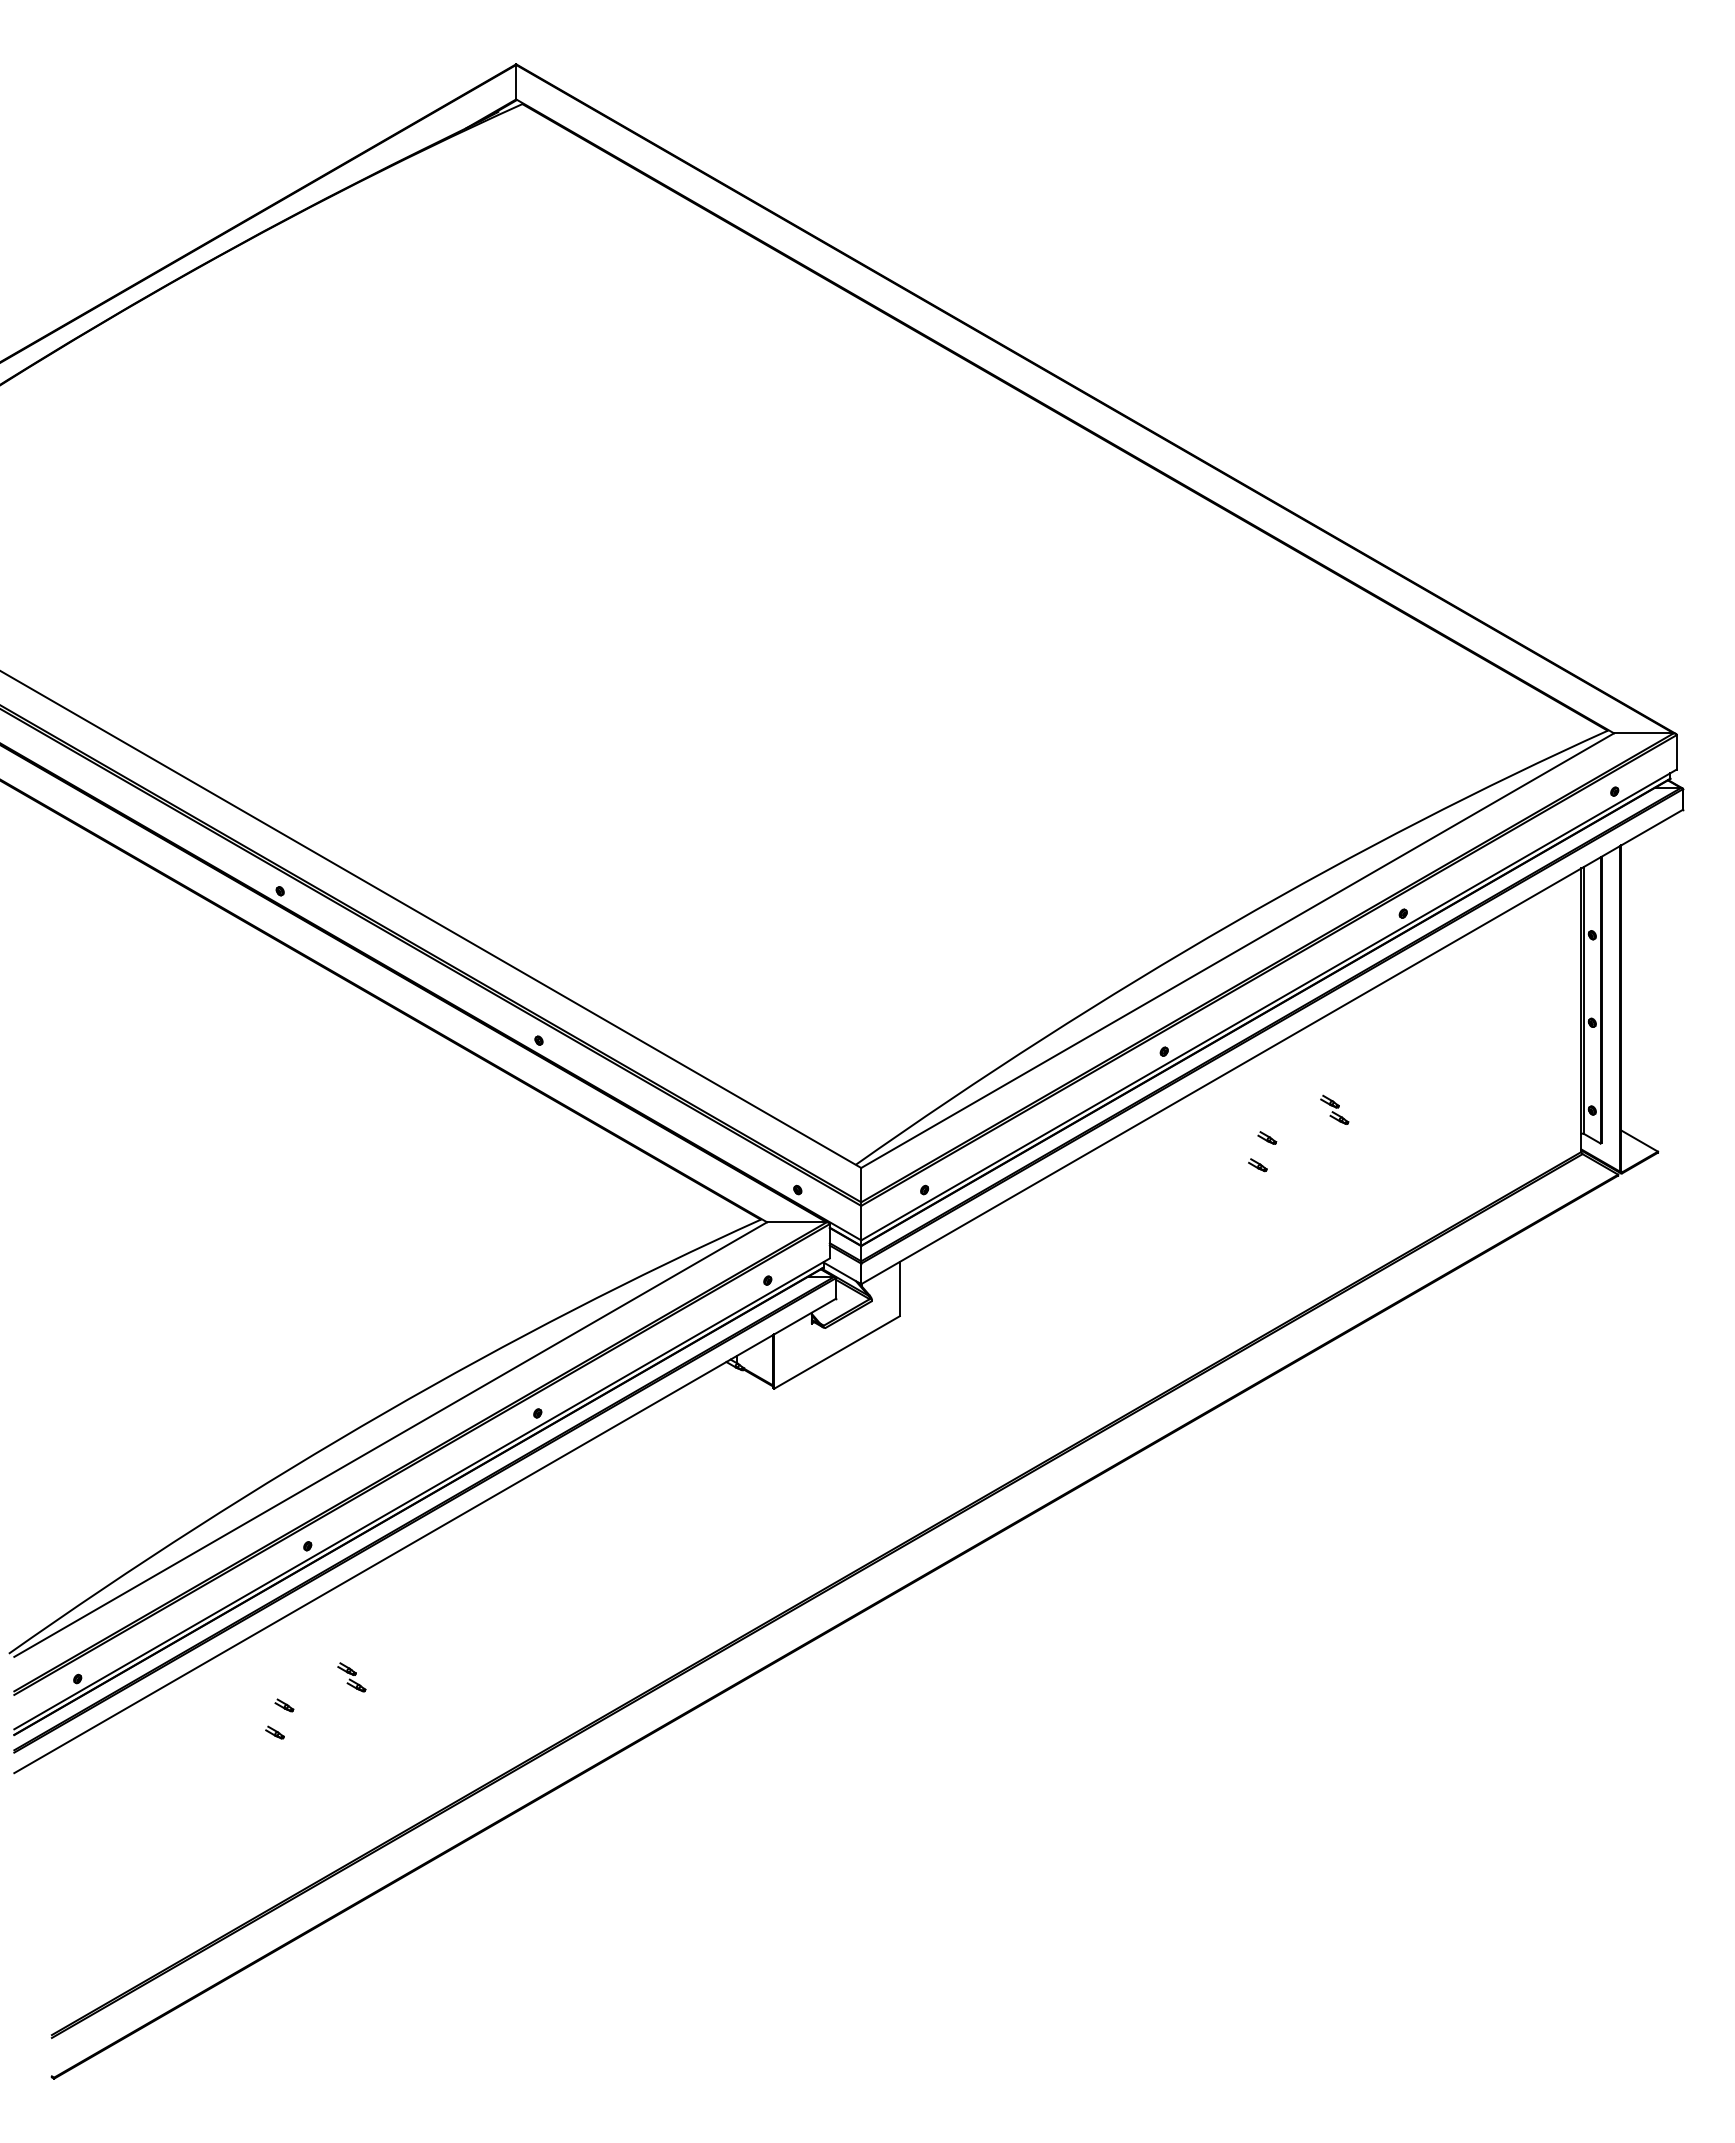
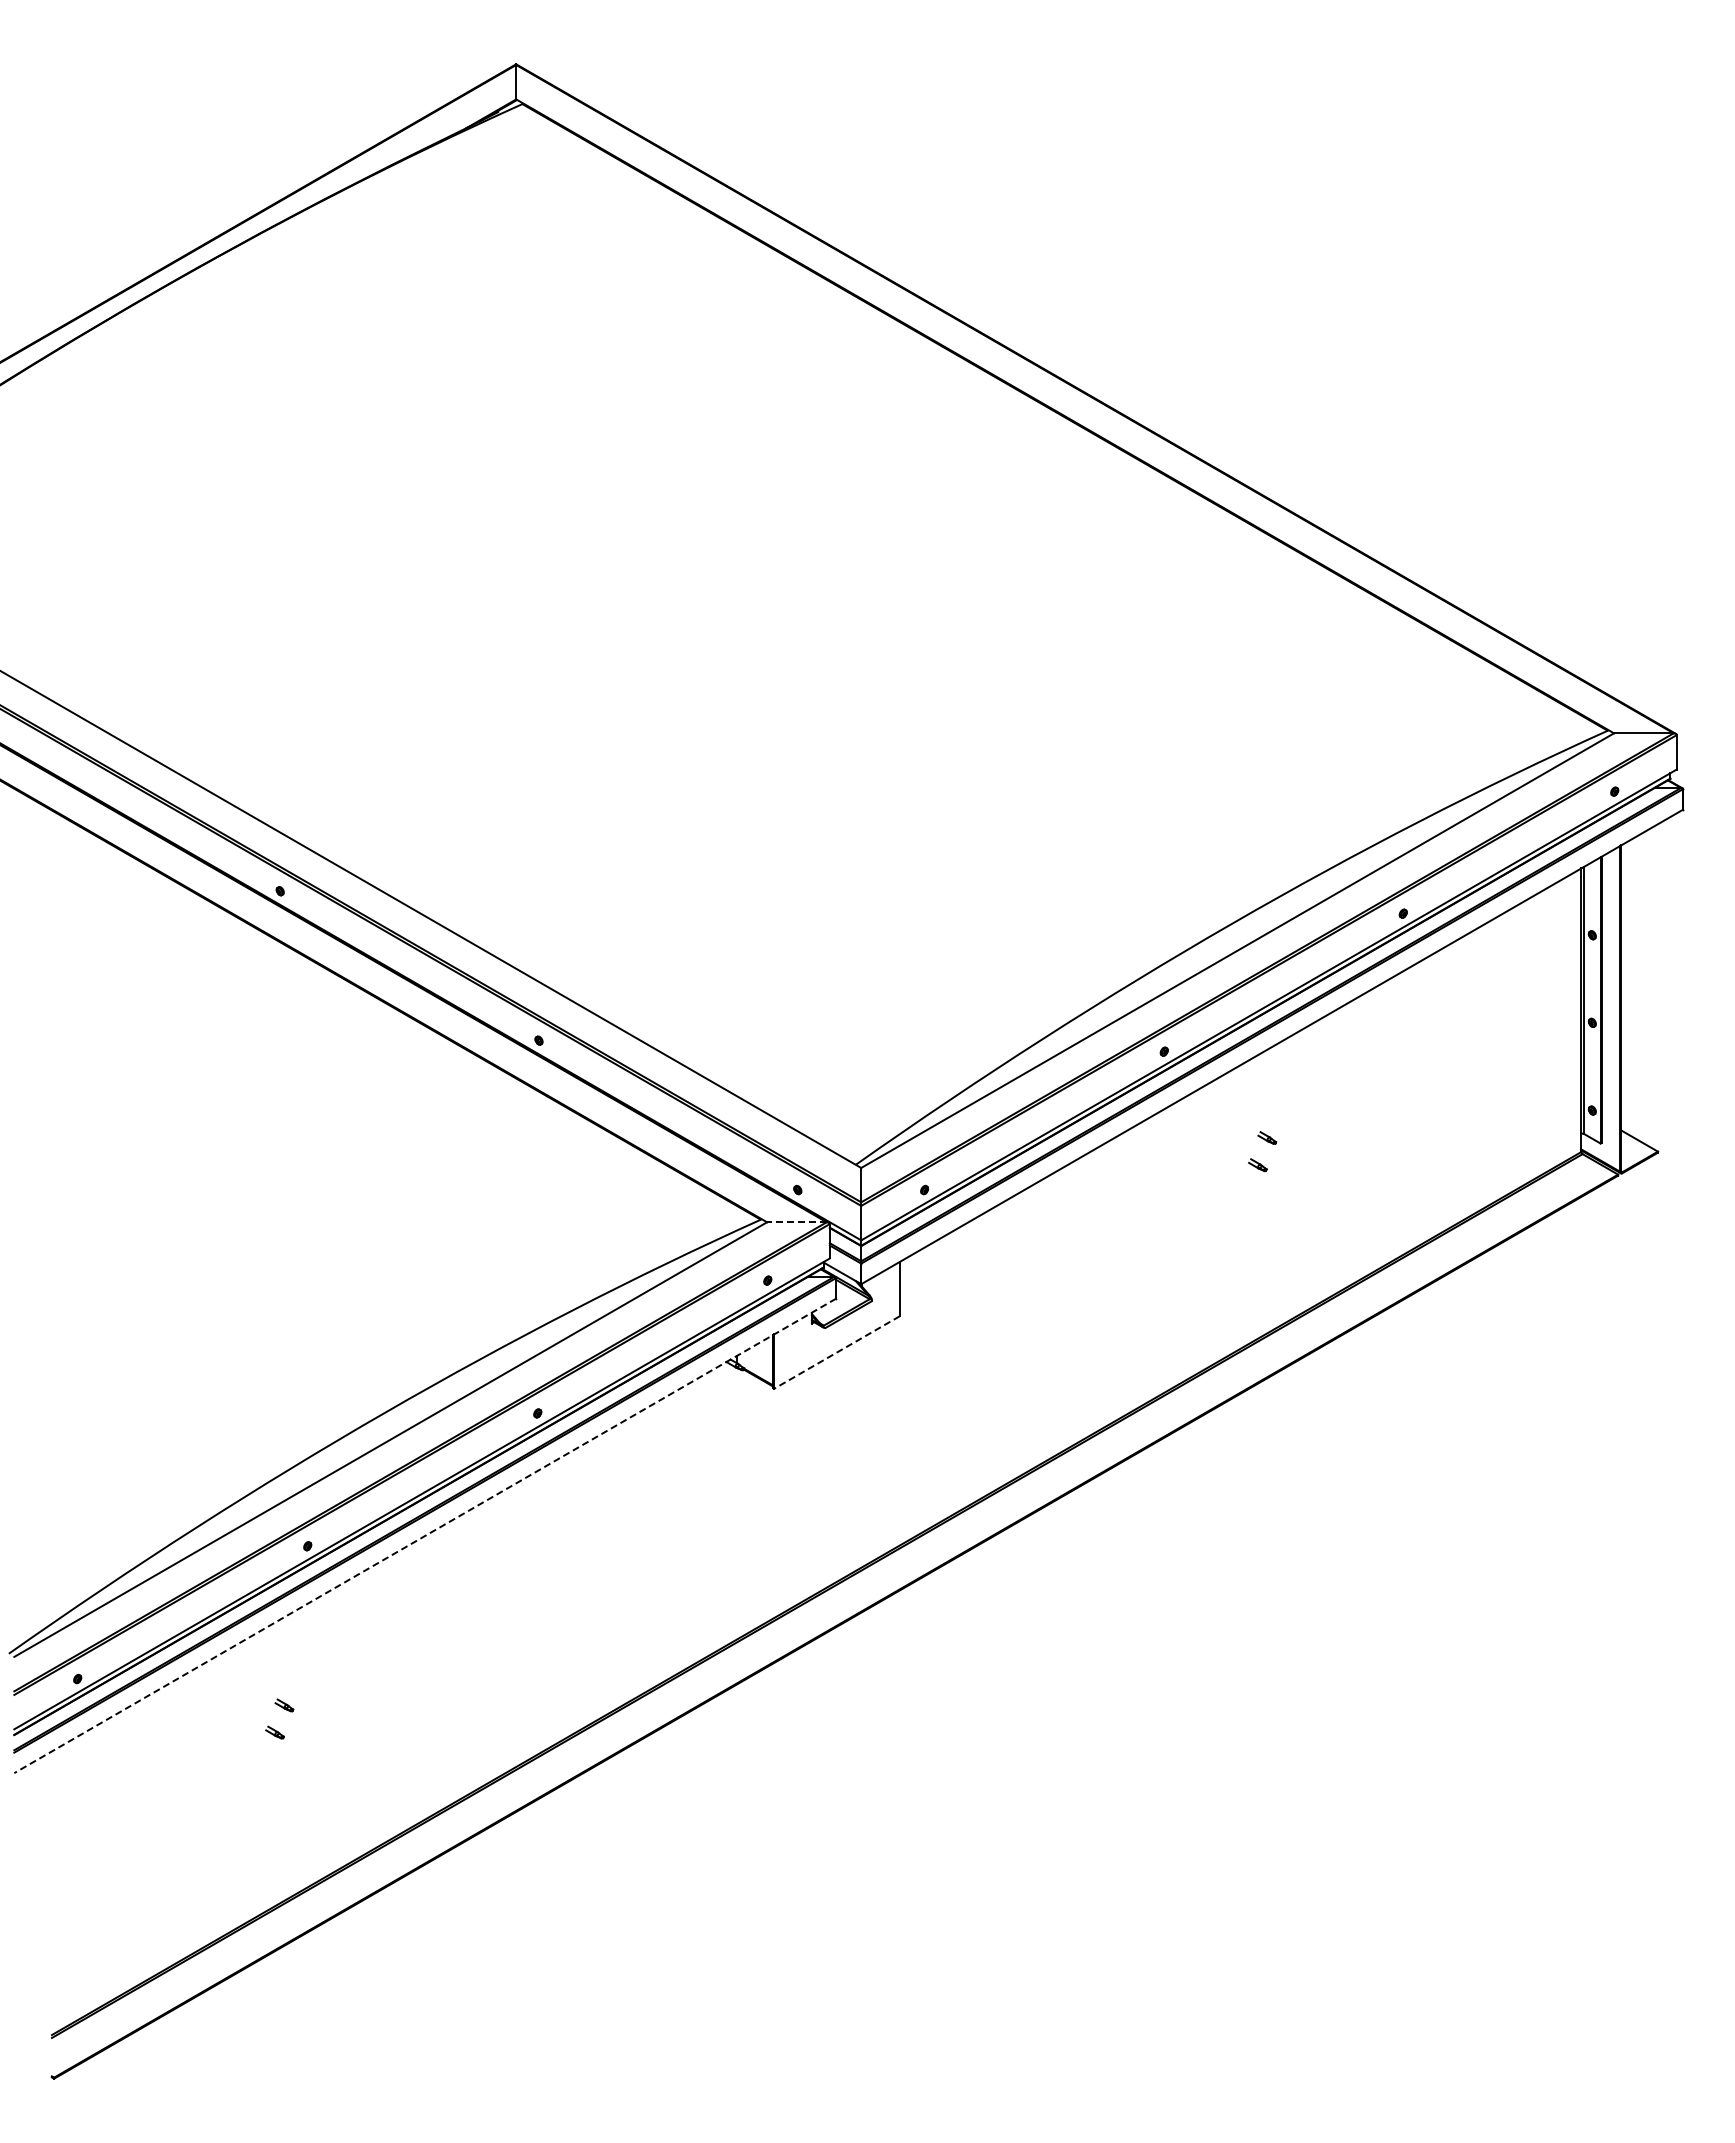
part at (1334, 1109): present -> none
line at (796, 1222): solid -> dashed
line at (836, 1352): solid -> dashed
line at (424, 1536): solid -> dashed
part at (351, 1677): present -> none
